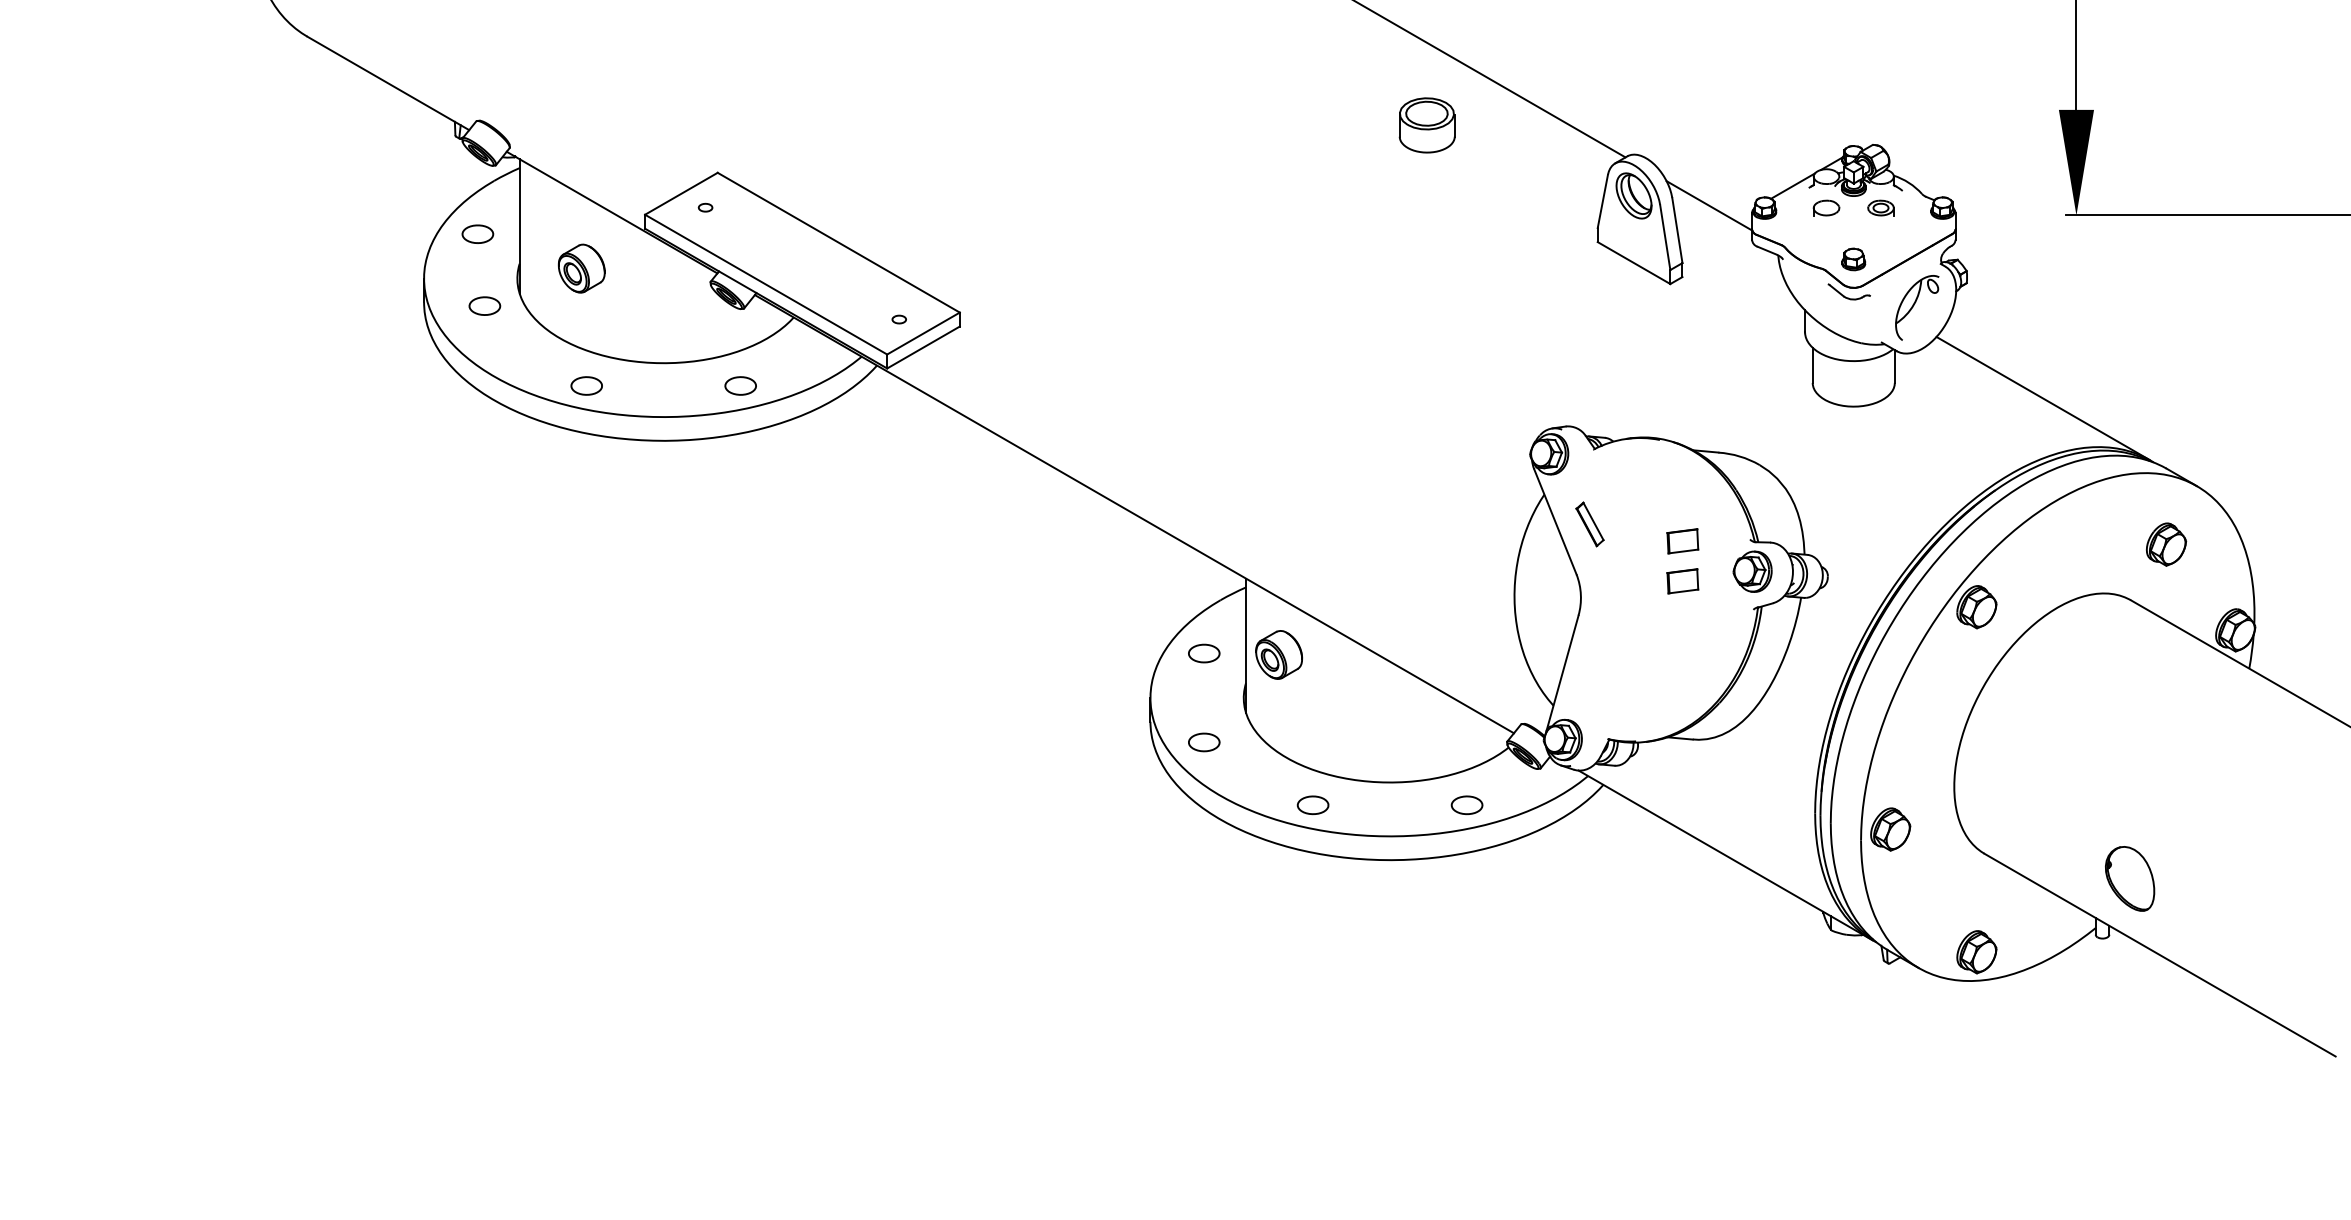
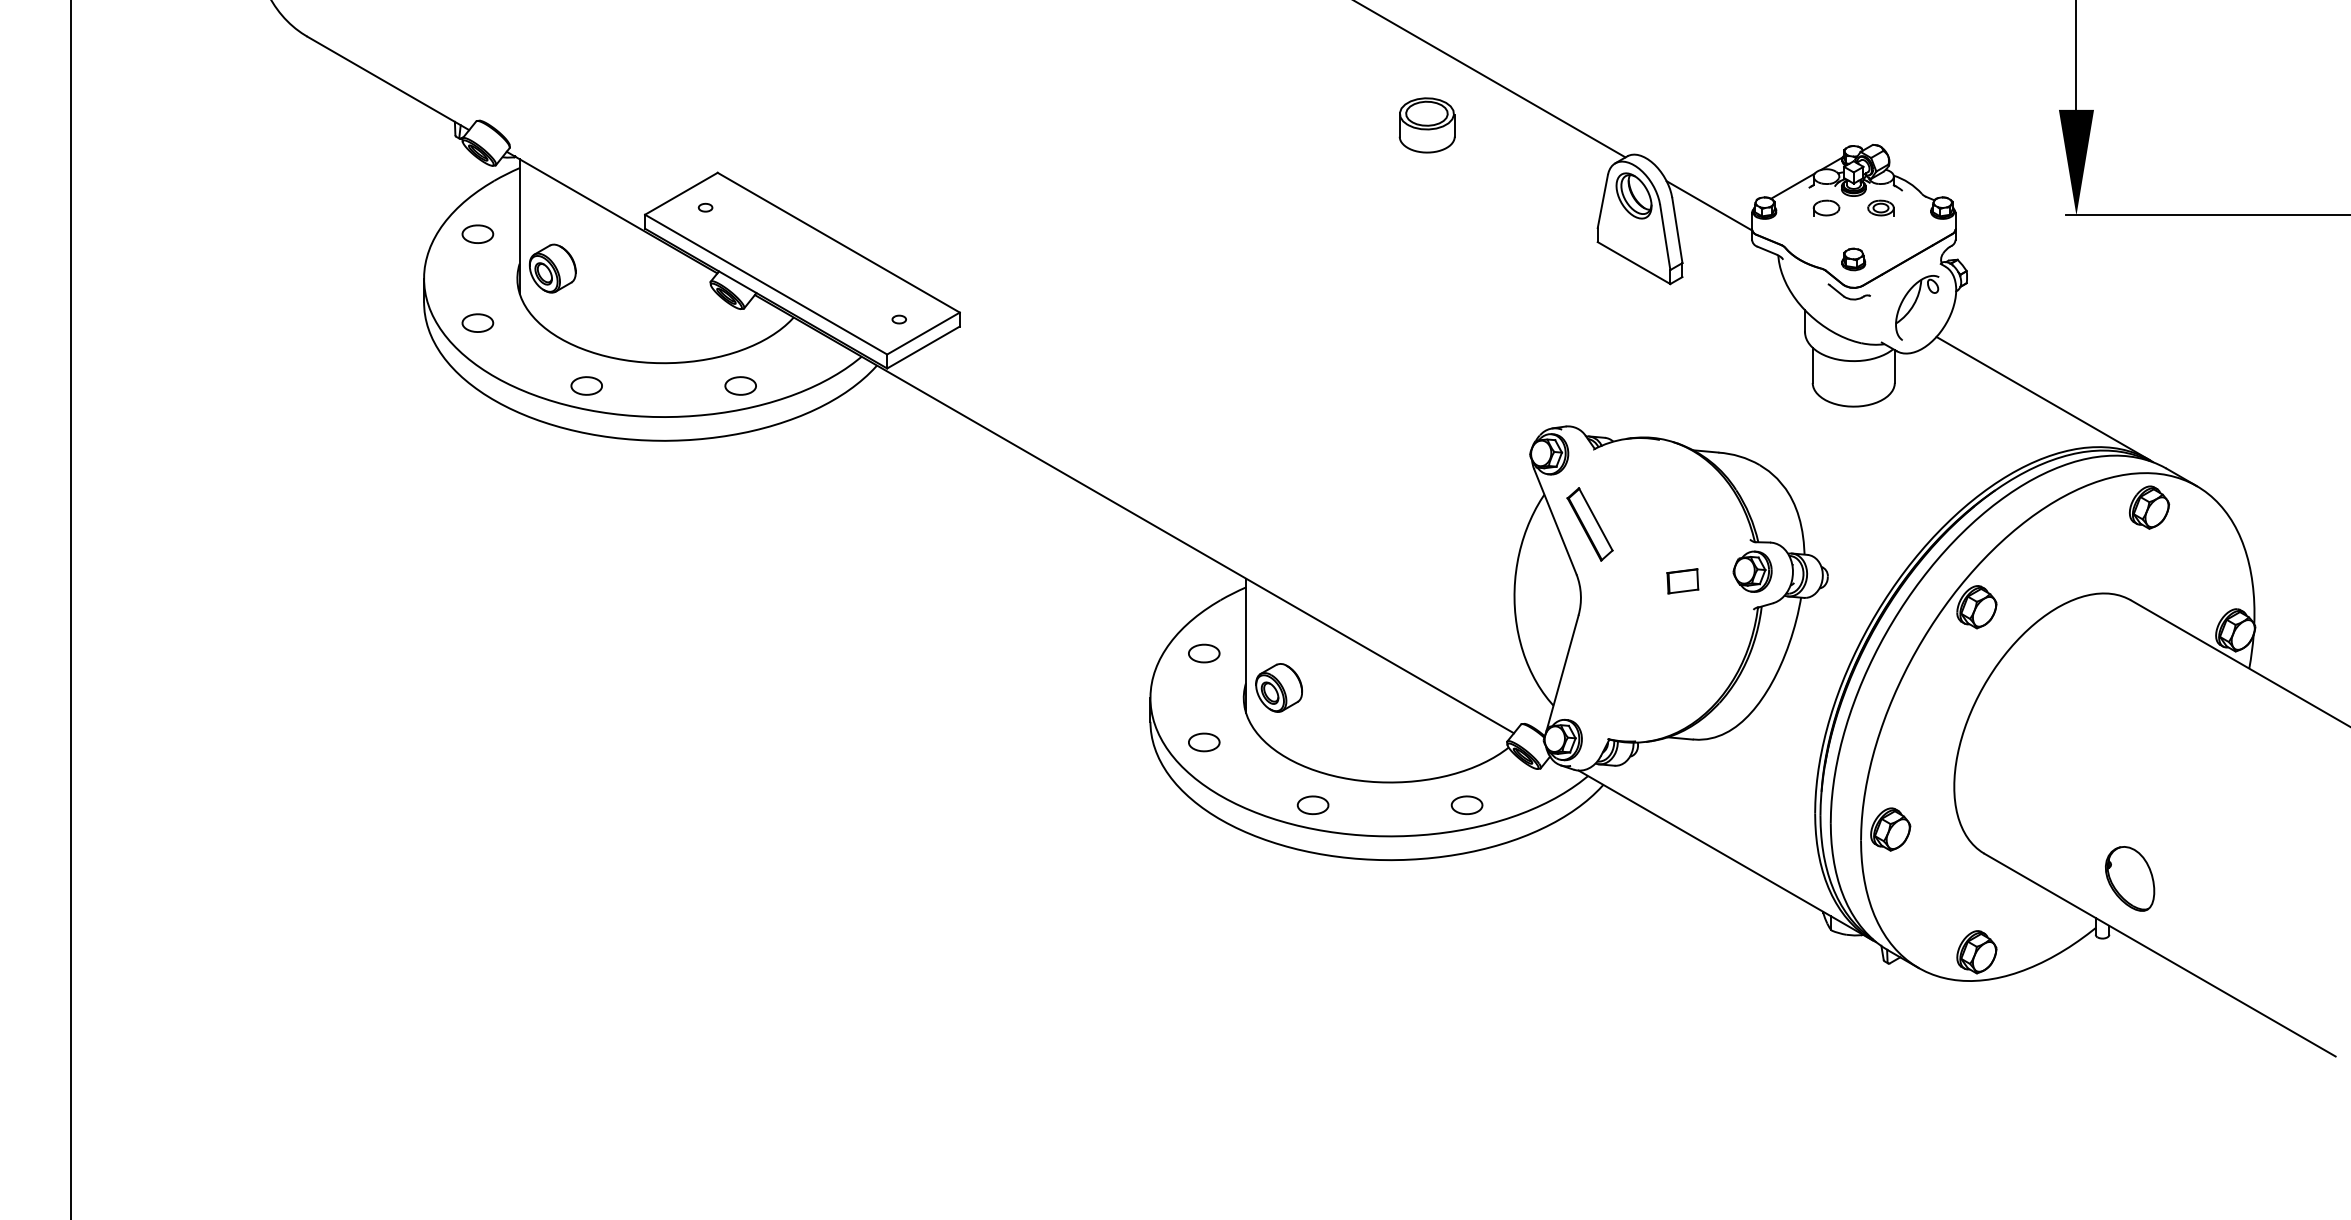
part at (581, 268) position: (581, 268) -> (552, 268)
part at (484, 305) position: (484, 305) -> (477, 322)
part at (1589, 524) size: 30x47 px -> 48x75 px
part at (1682, 541): present -> none
part at (2166, 544) position: (2166, 544) -> (2149, 507)
line at (70, 609): none -> present
part at (1278, 654) position: (1278, 654) -> (1278, 687)
